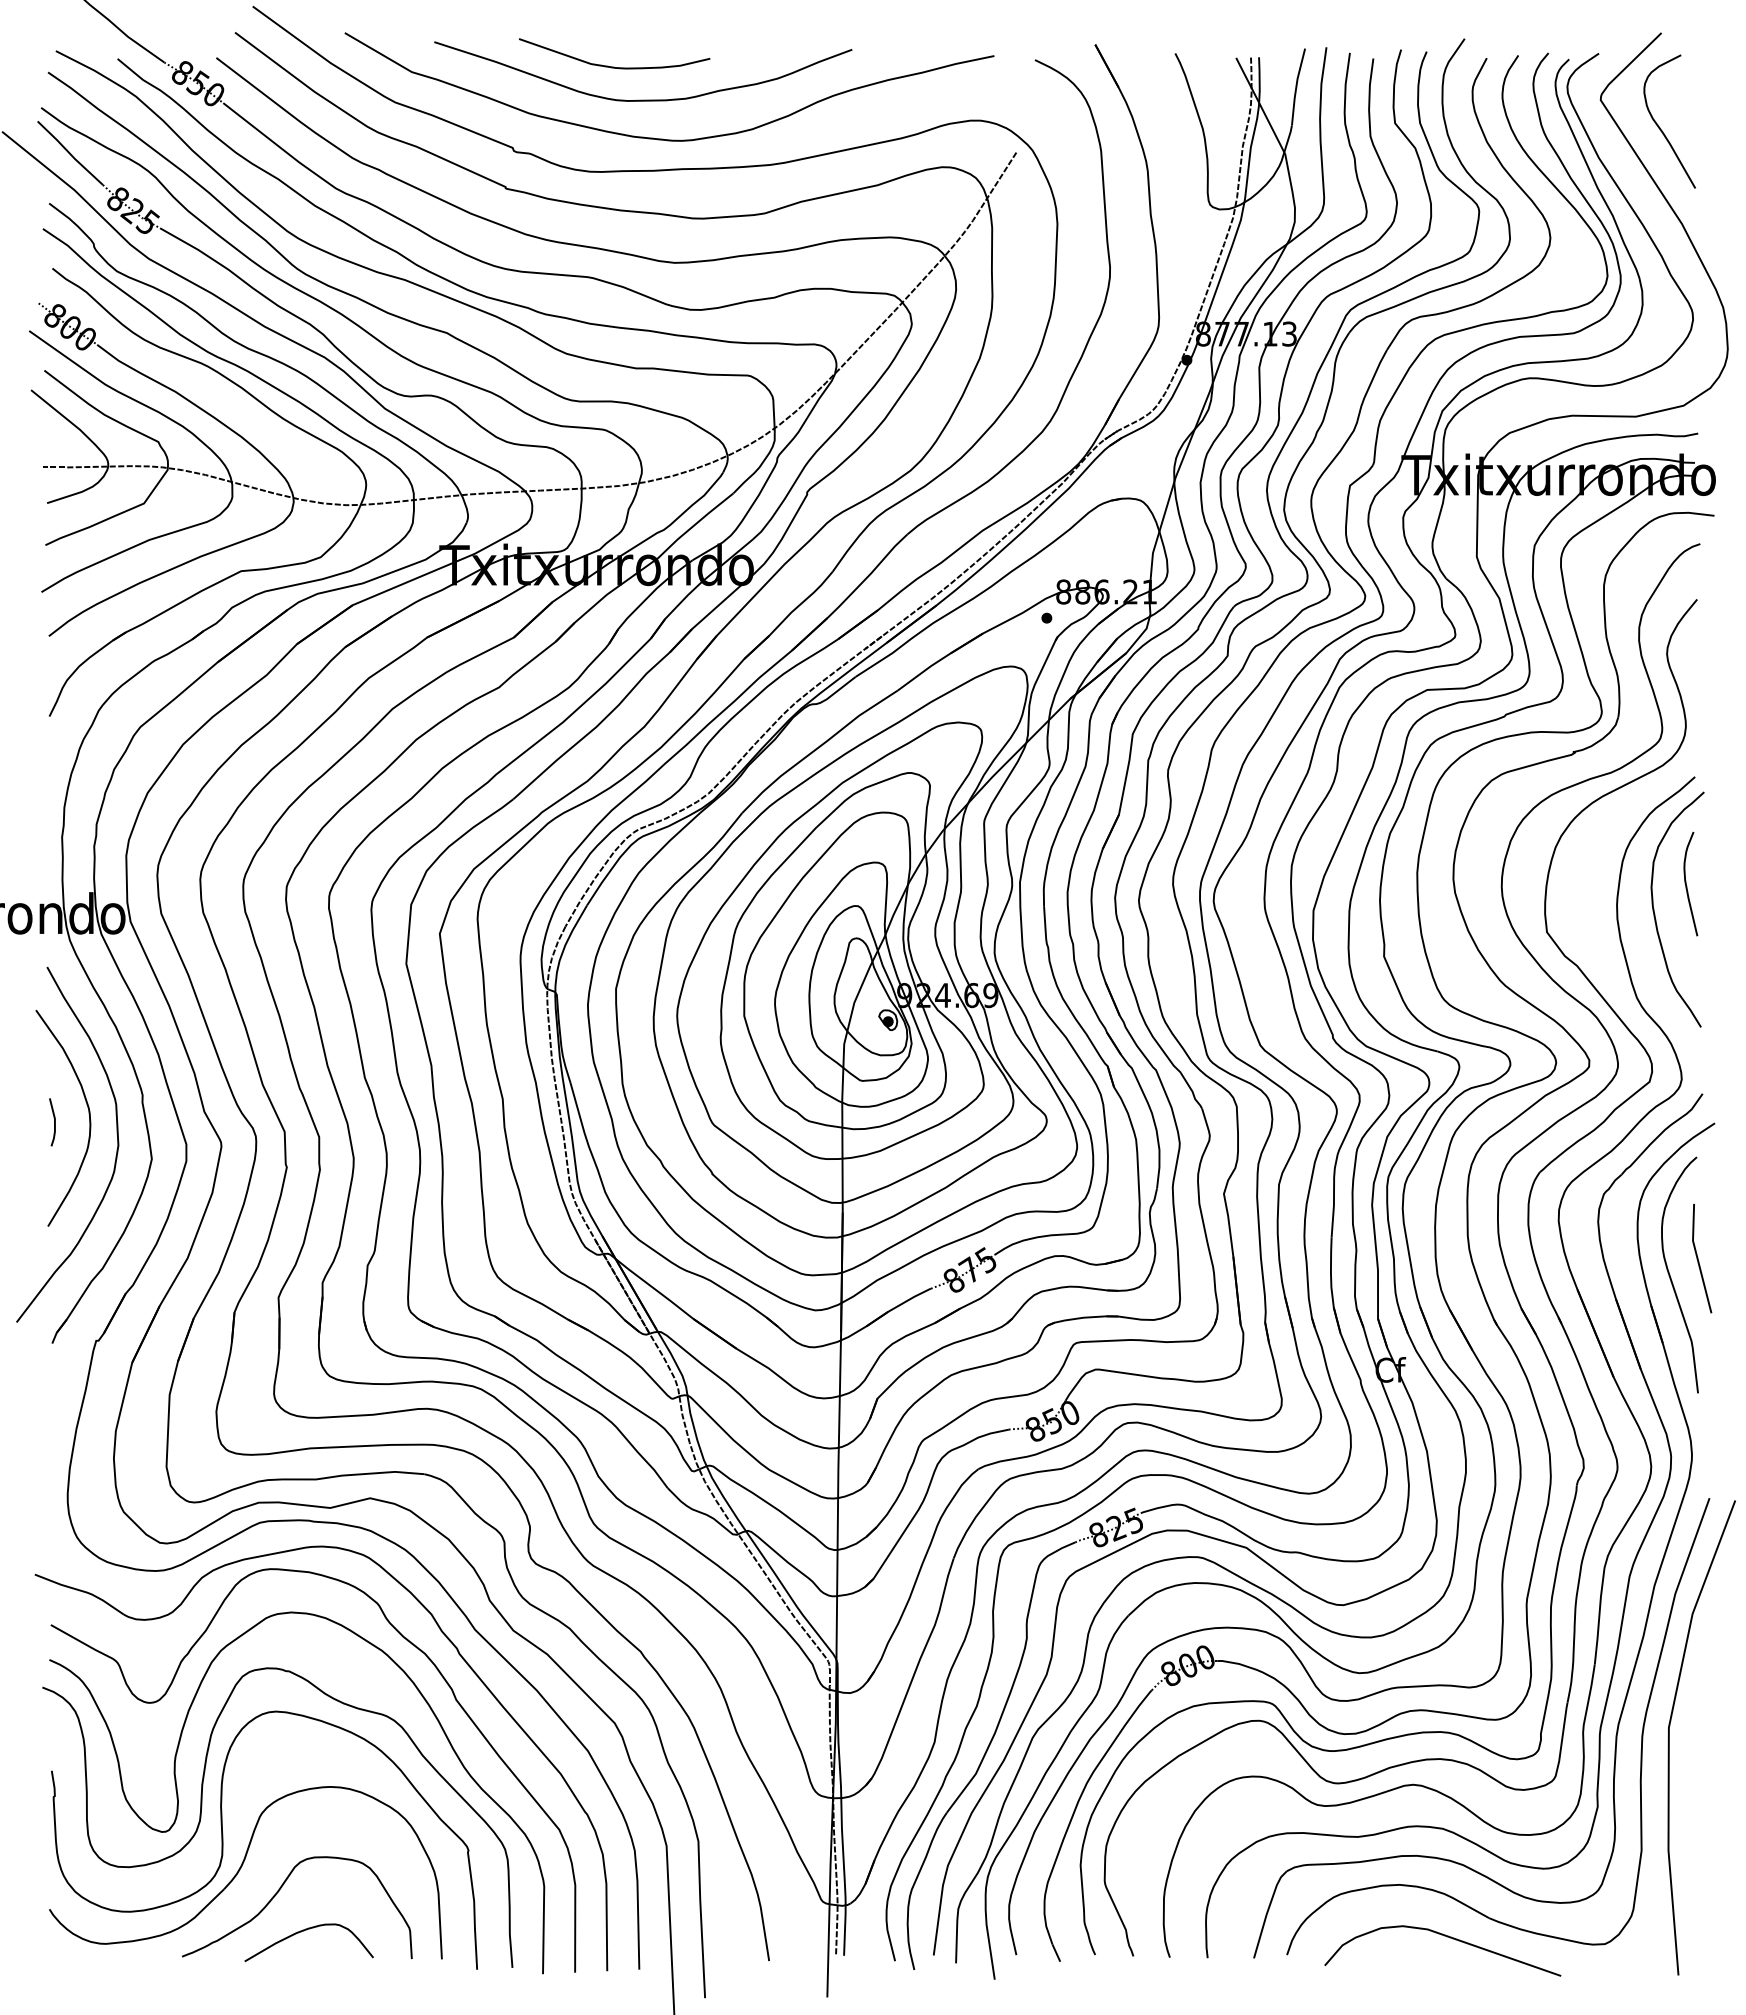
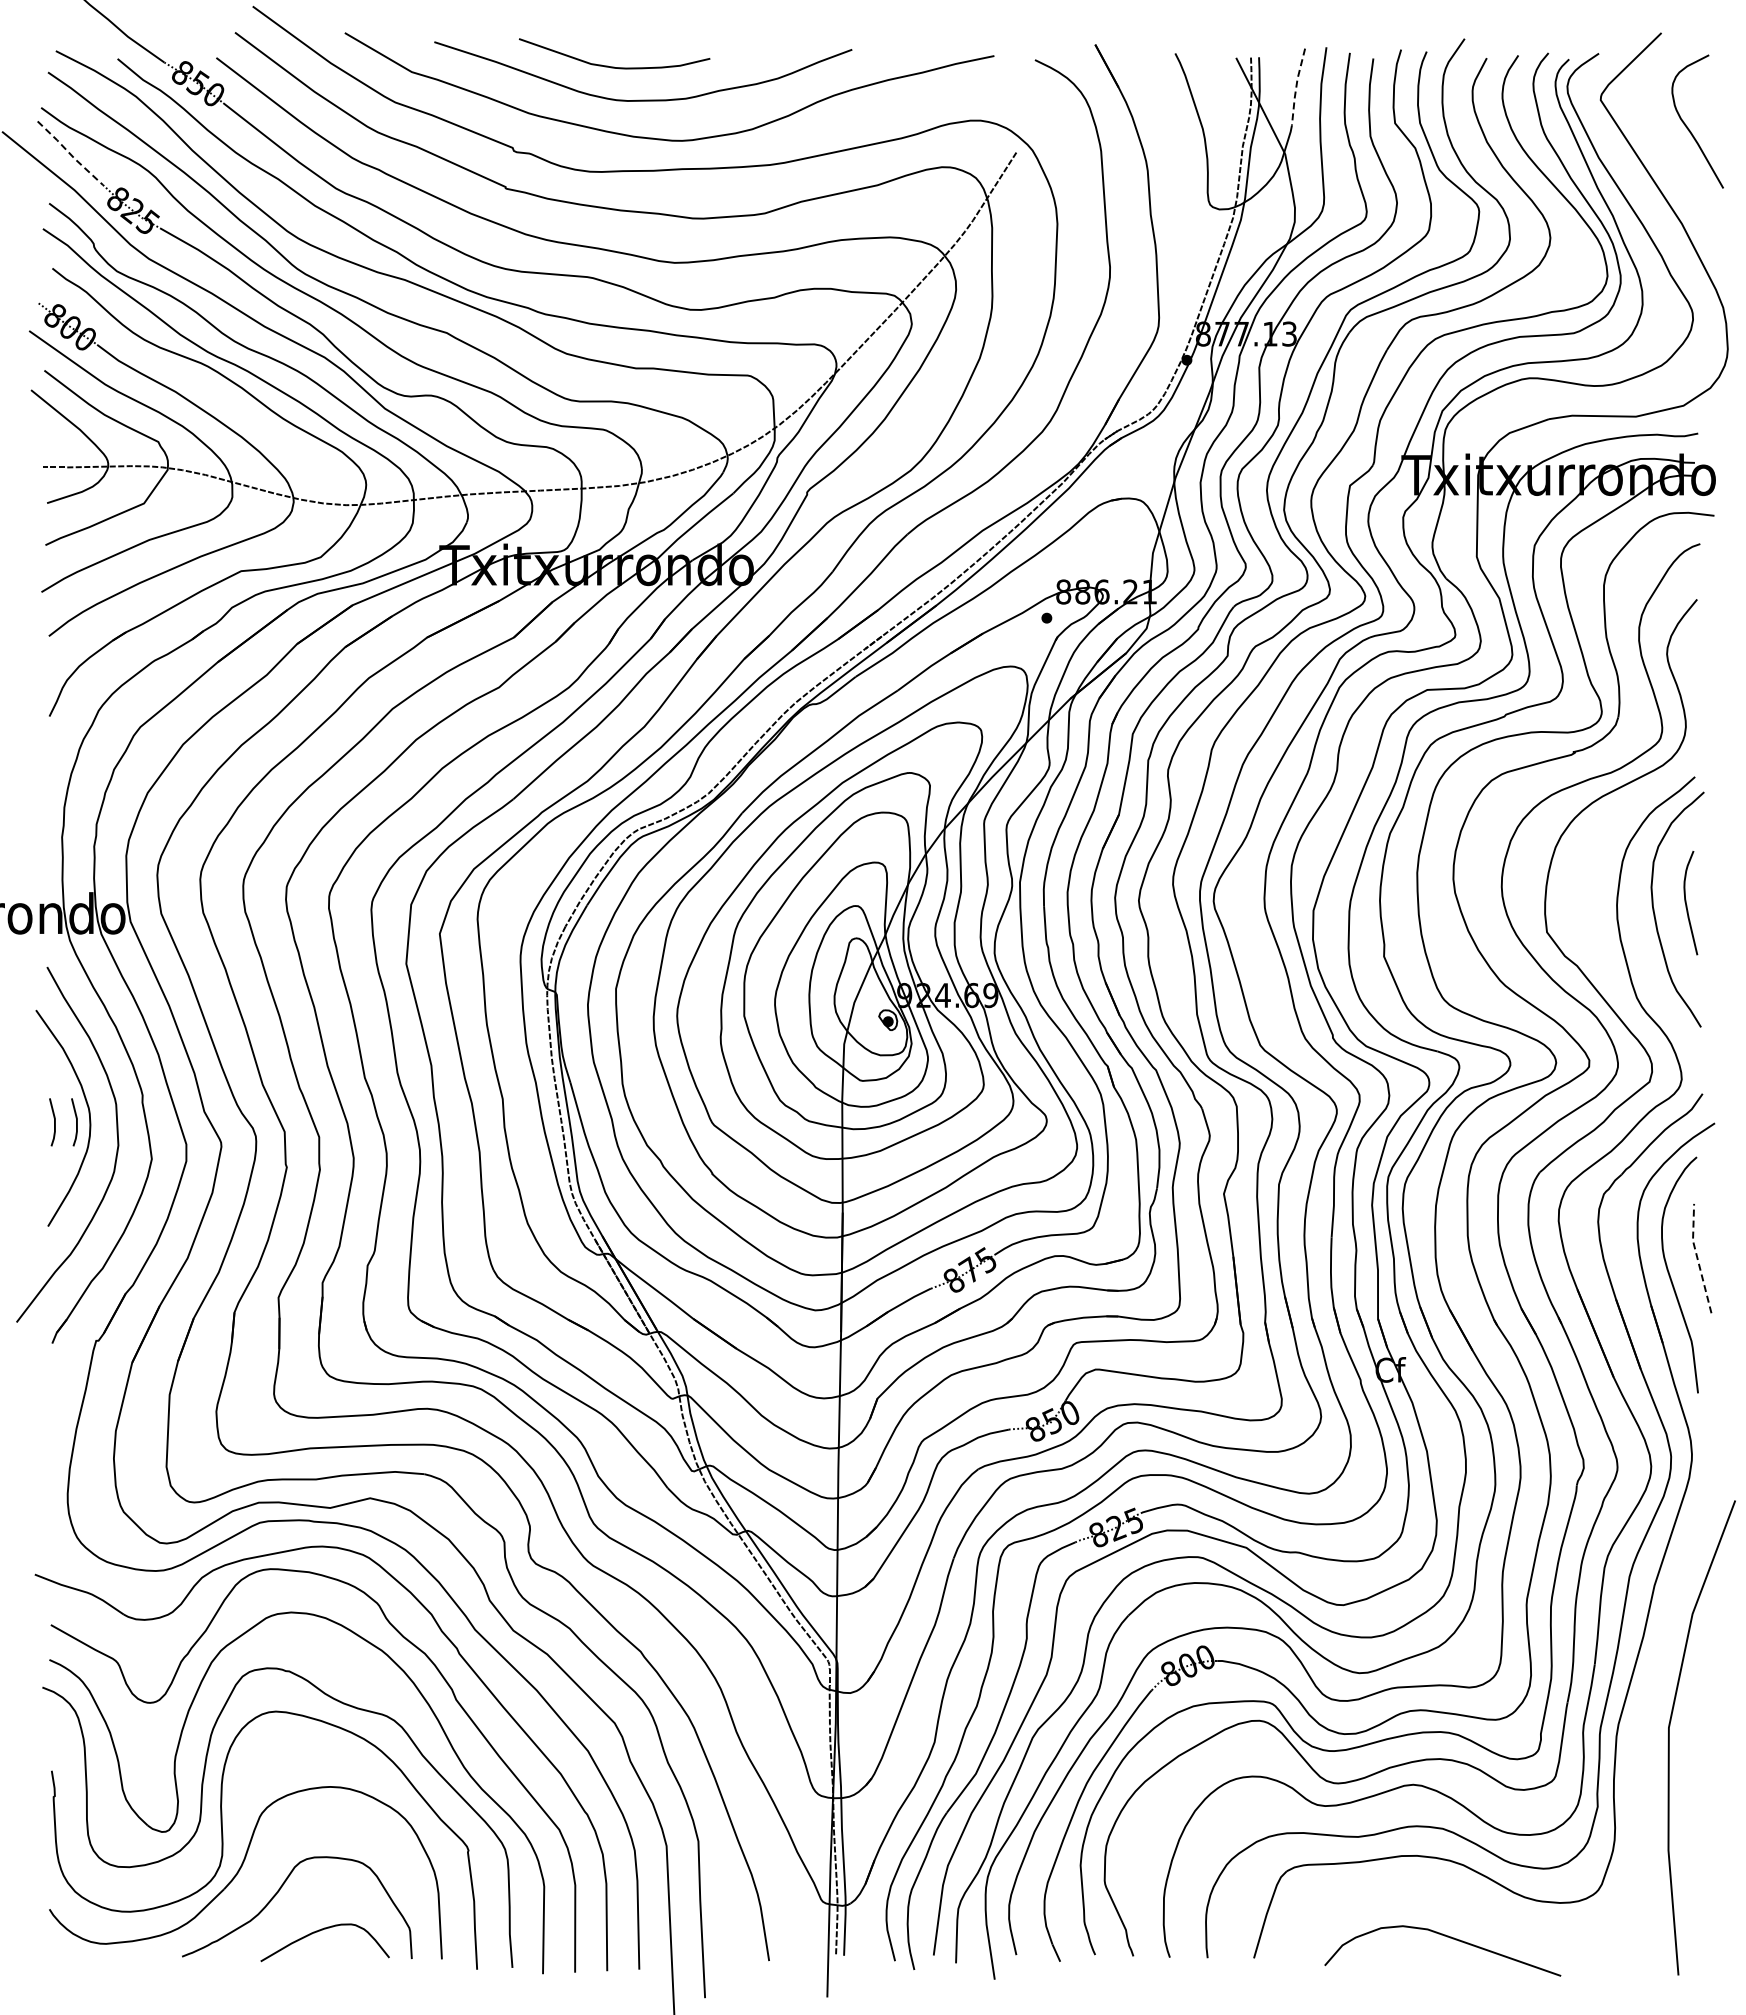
line at (1296, 86): solid -> dashed
curve at (1660, 127) position: (1660, 127) -> (1688, 127)
line at (70, 153): solid -> dashed
curve at (1687, 886) position: (1687, 886) -> (1687, 905)
line at (76, 1122): none -> present
line at (1697, 1258): solid -> dashed
part at (1641, 1733): present -> none
curve at (304, 1931) position: (304, 1931) -> (320, 1931)
